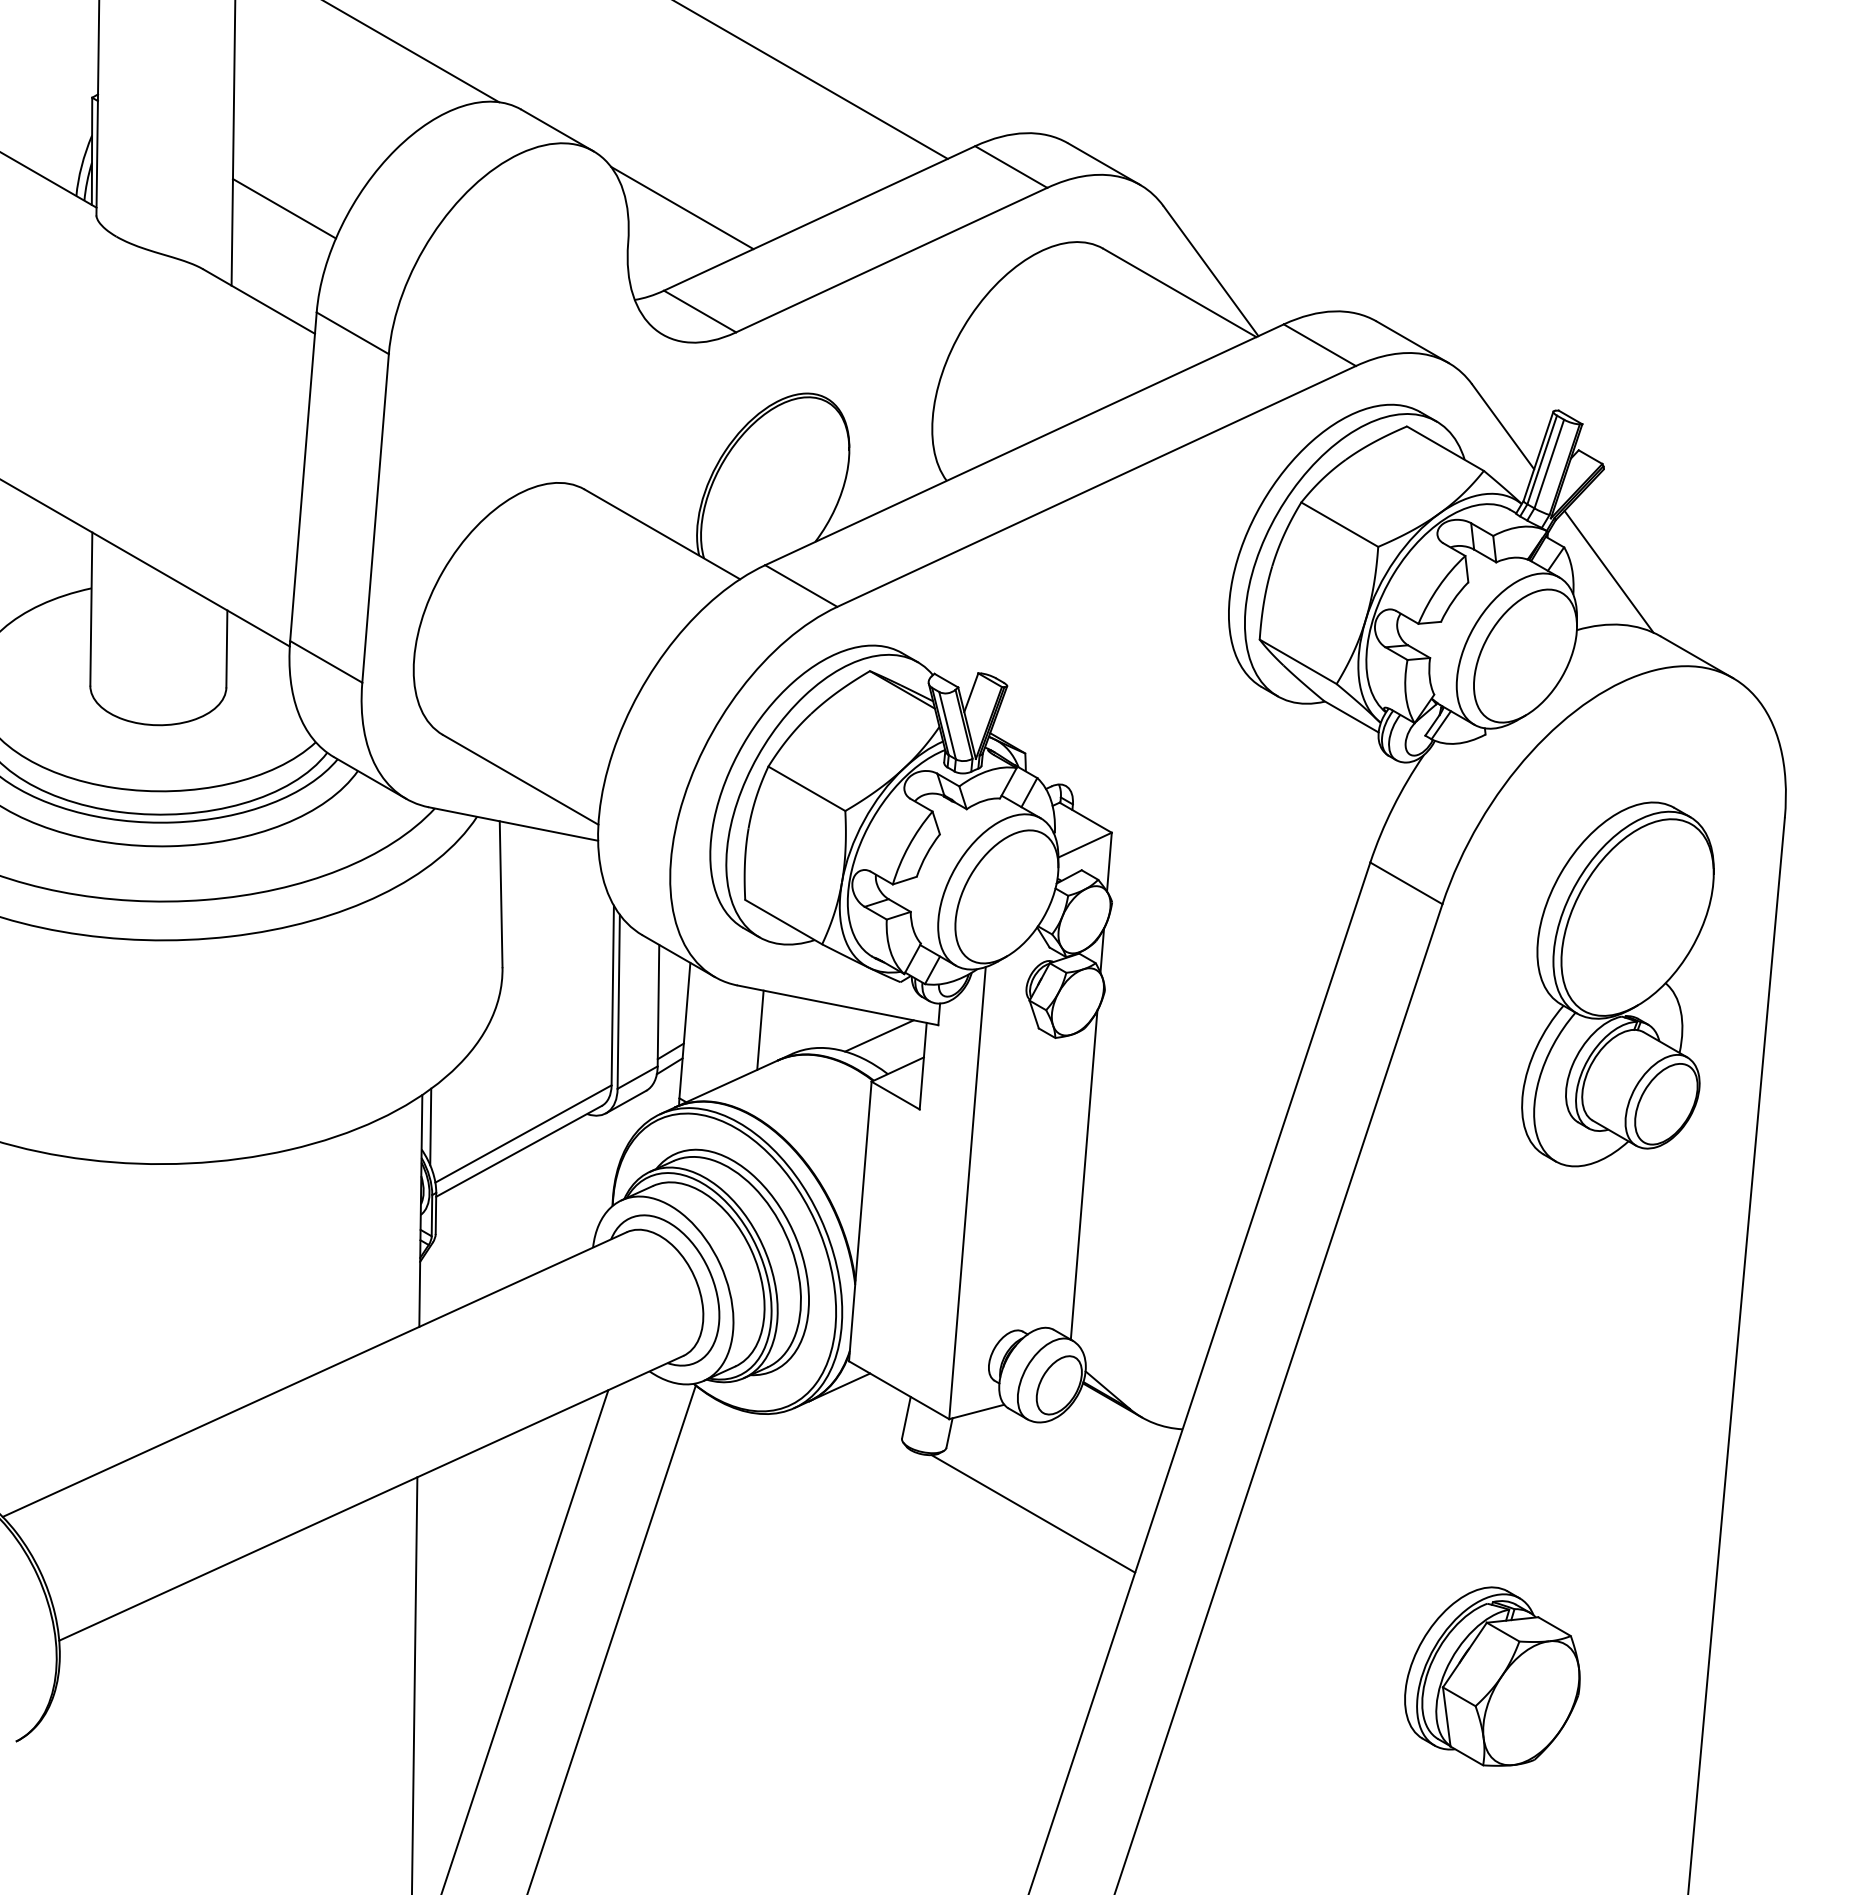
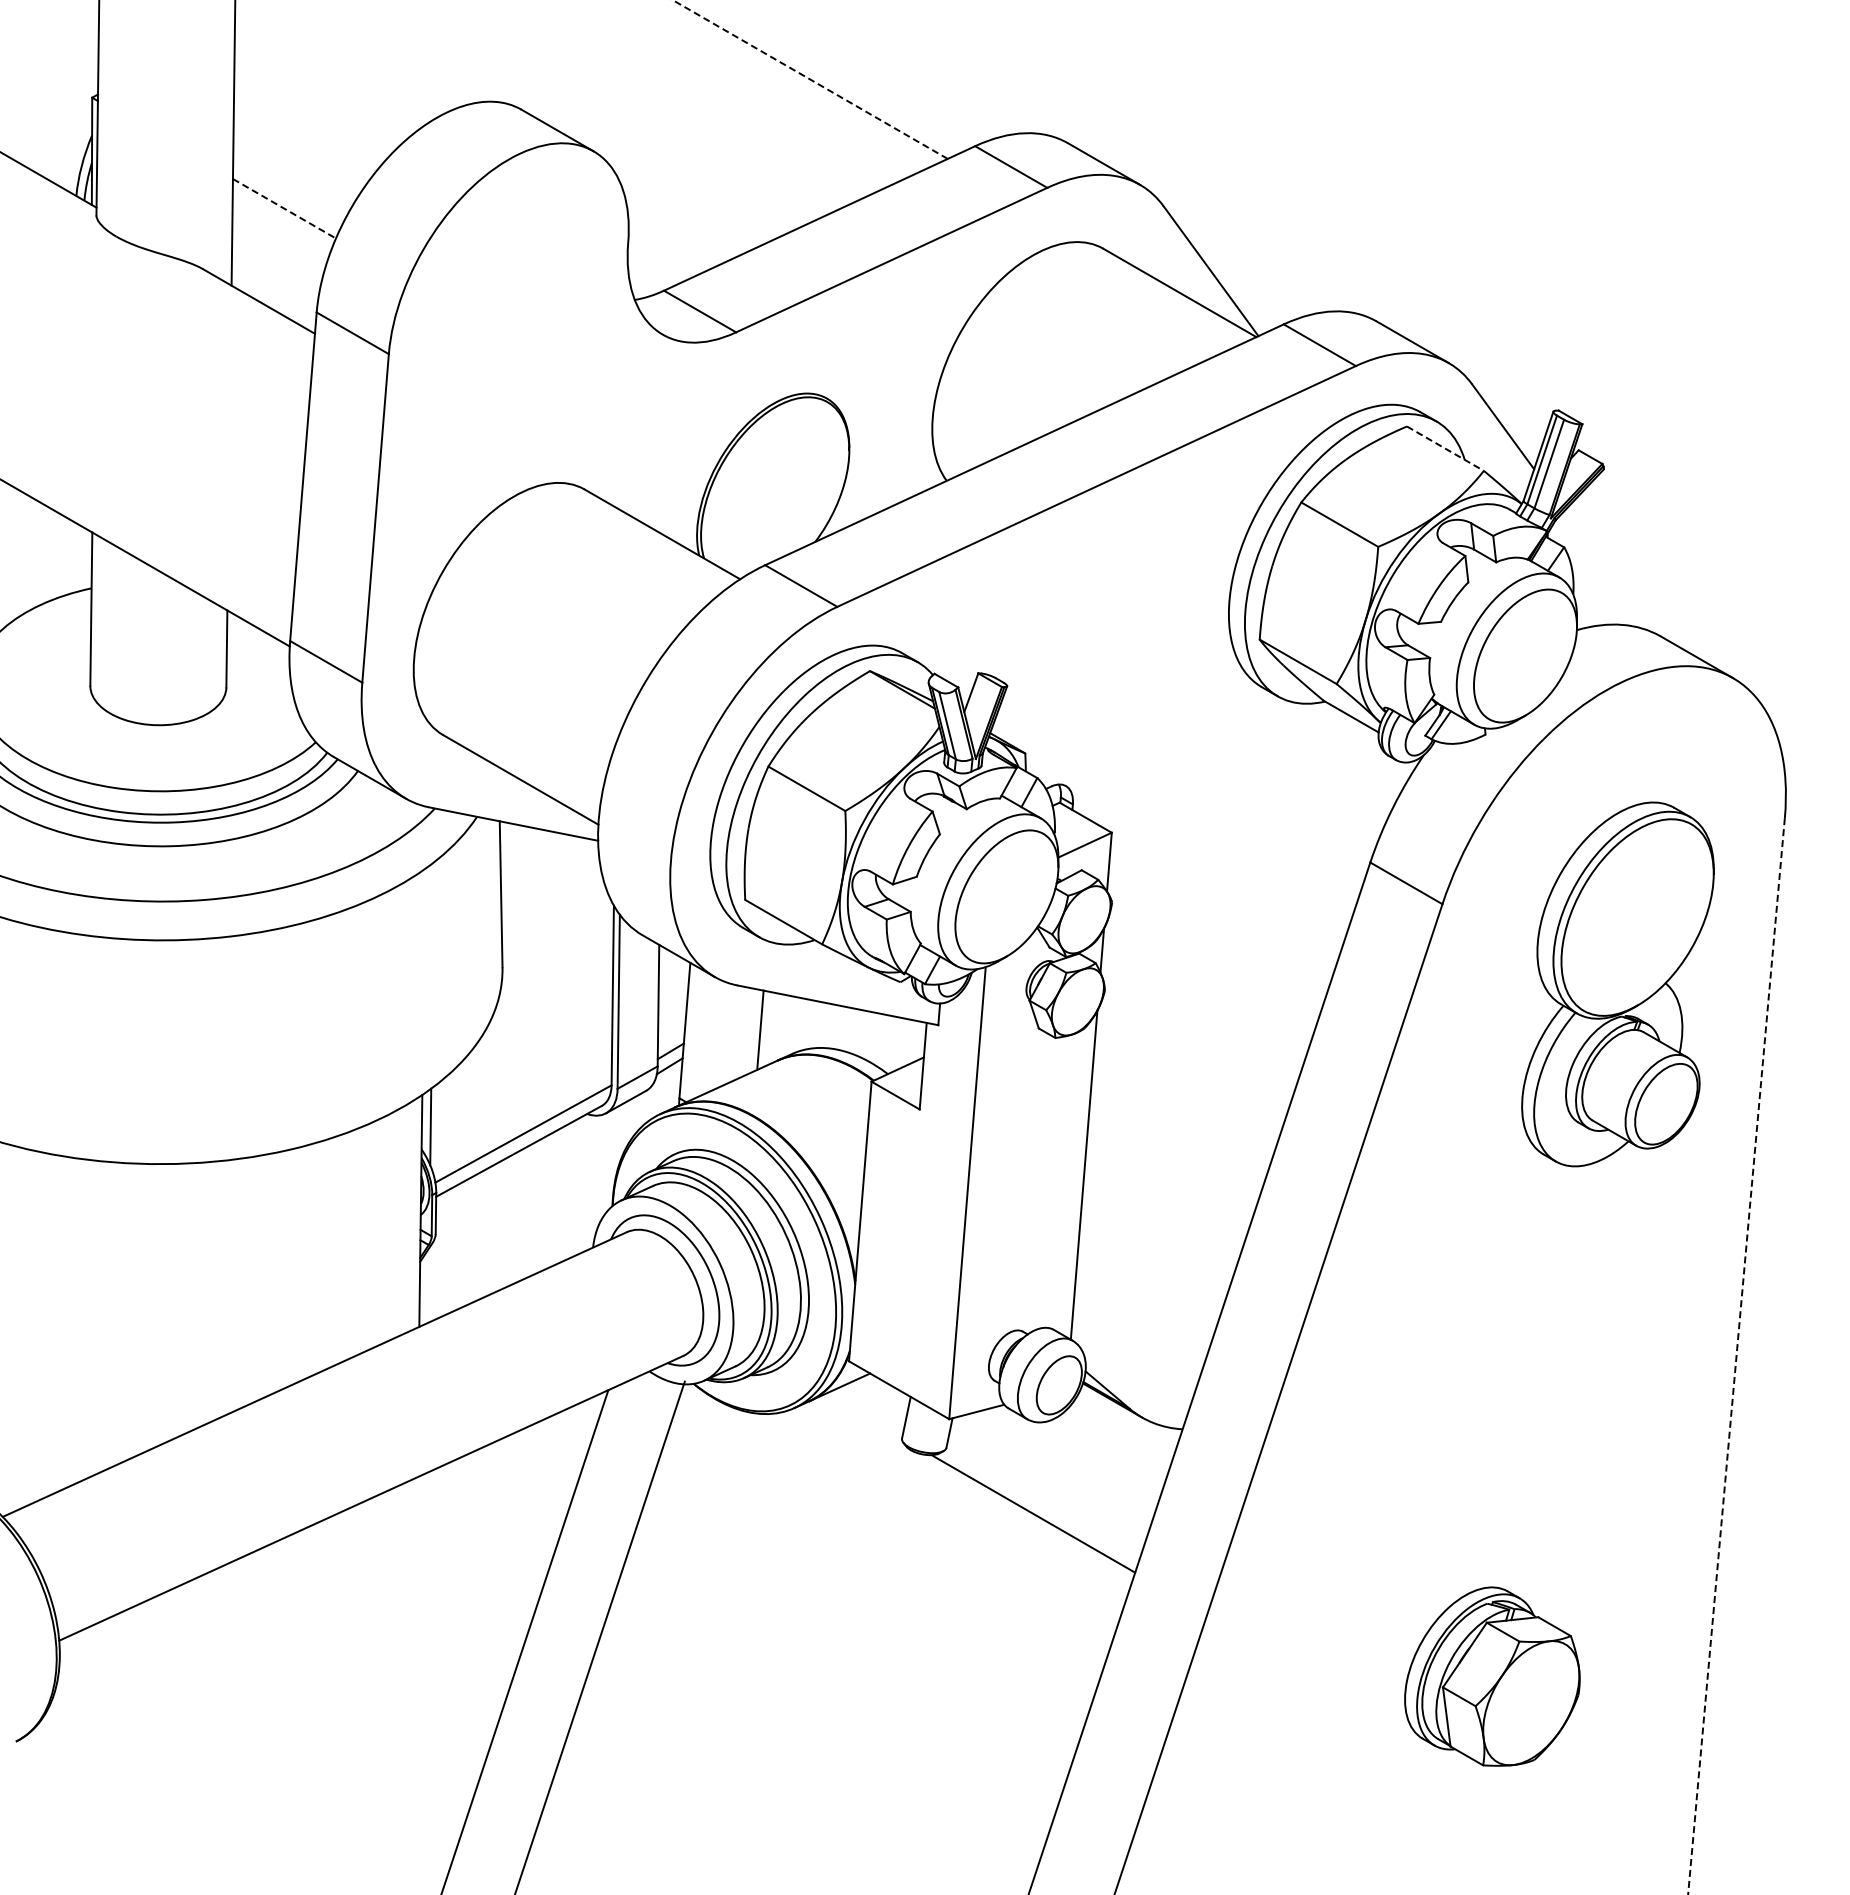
line at (412, 52): present -> none
line at (810, 79): solid -> dashed
line at (682, 207): present -> none
line at (284, 209): solid -> dashed
line at (1445, 448): solid -> dashed
line at (1608, 571): present -> none
line at (879, 1035): present -> none
line at (1736, 1356): solid -> dashed
line at (611, 1638) position: (611, 1638) -> (599, 1636)
line at (414, 1684): present -> none
